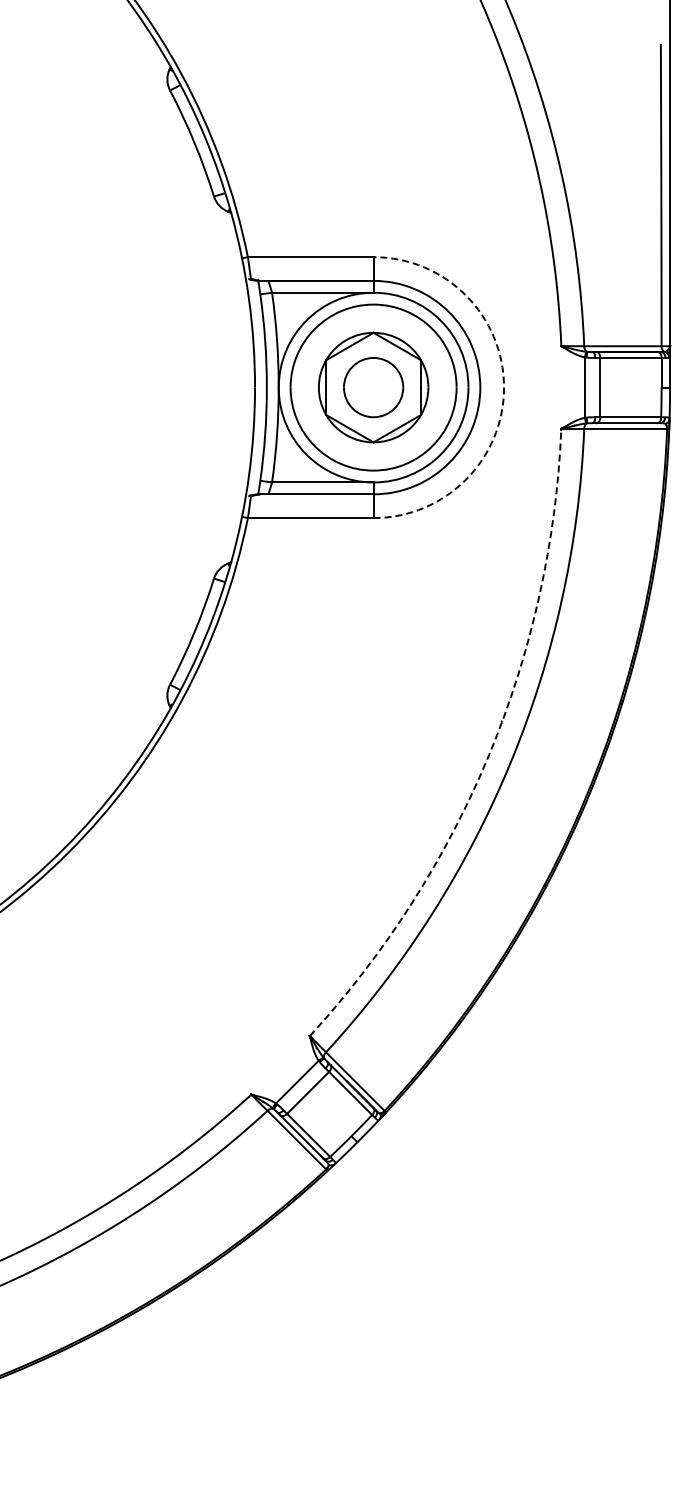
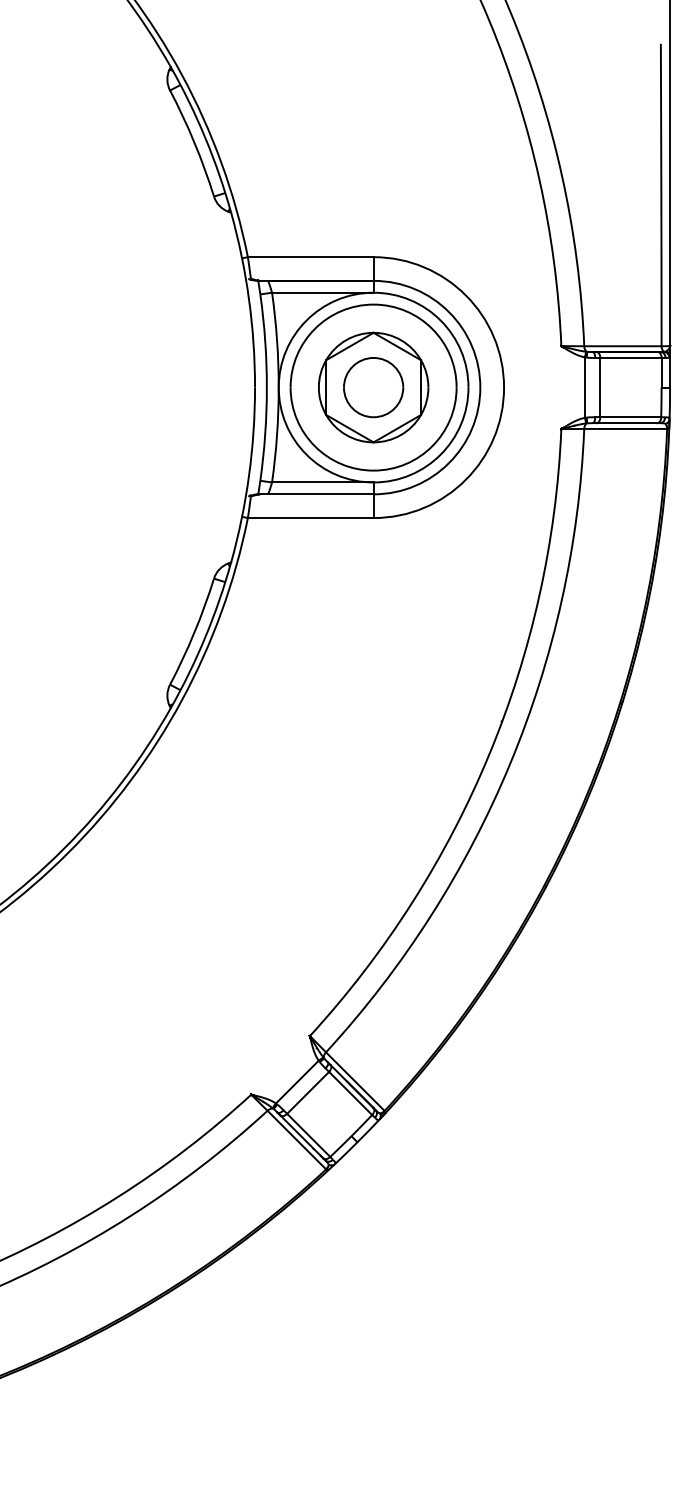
arc at (504, 387): dashed -> solid
arc at (489, 754): dashed -> solid
